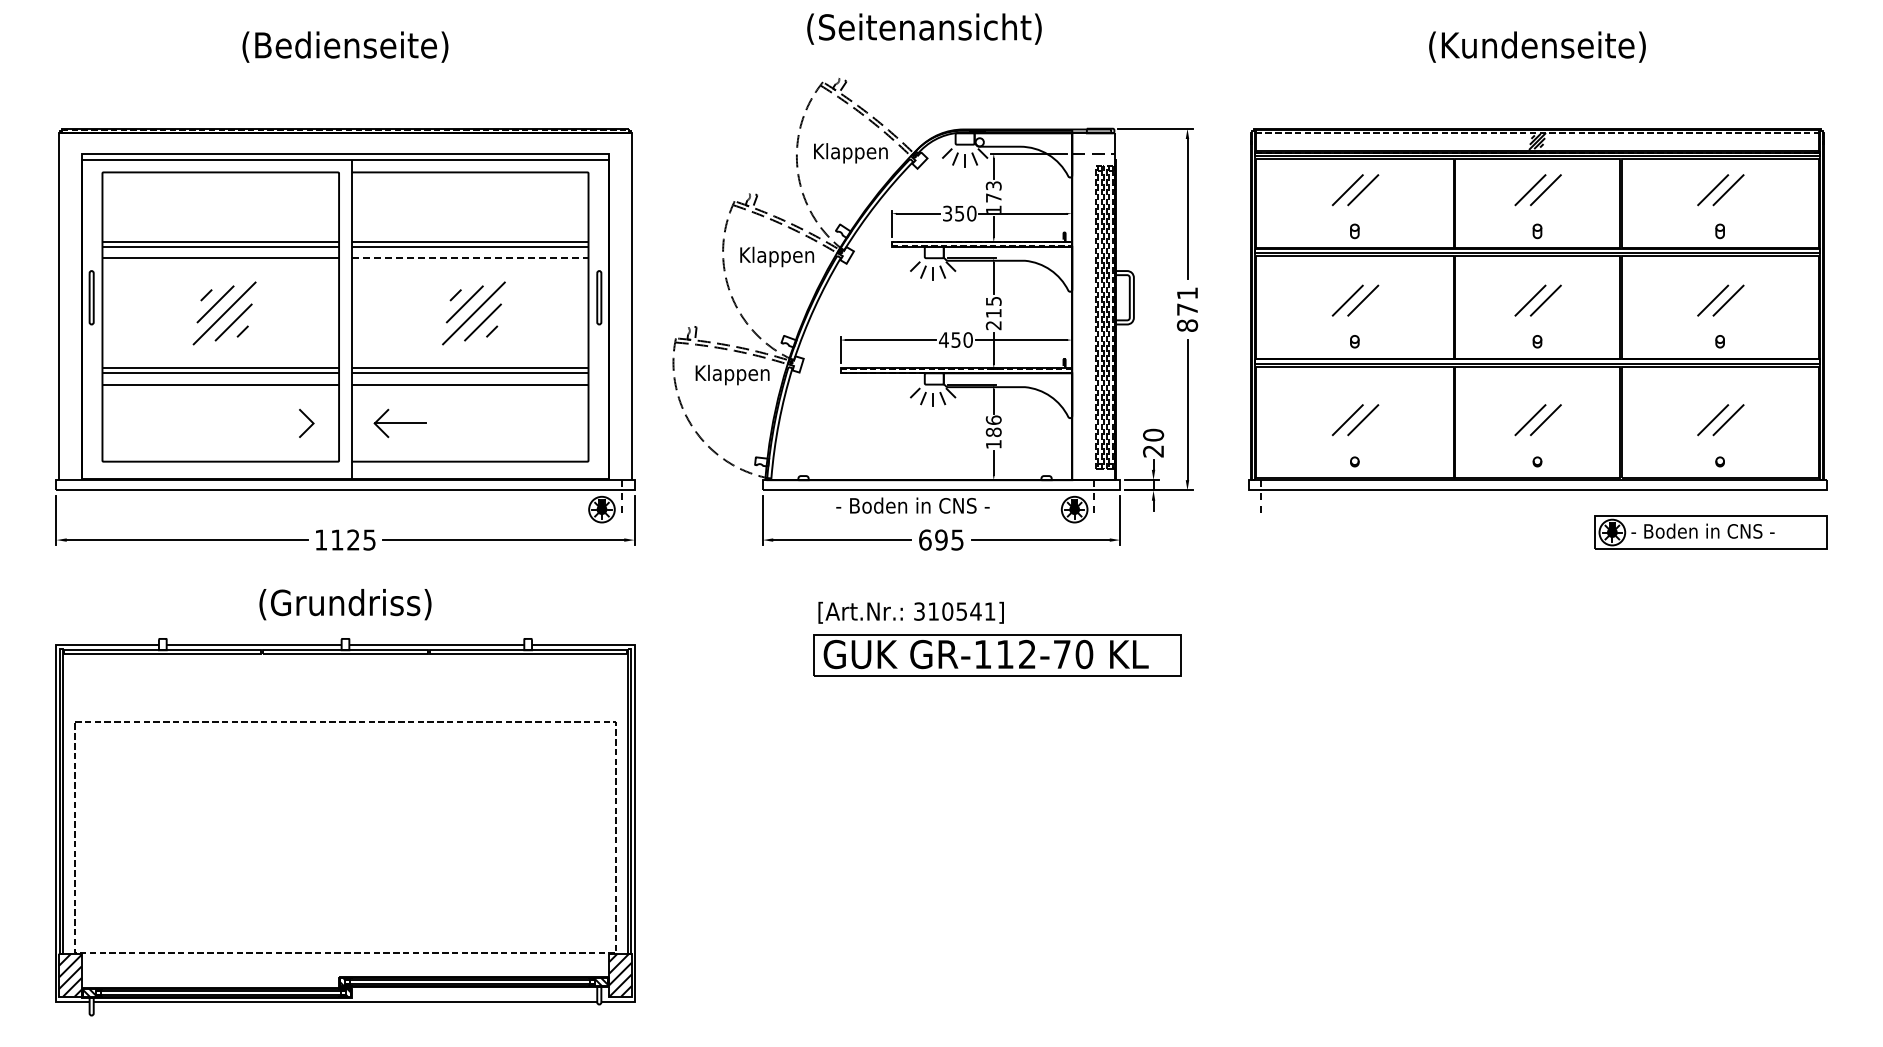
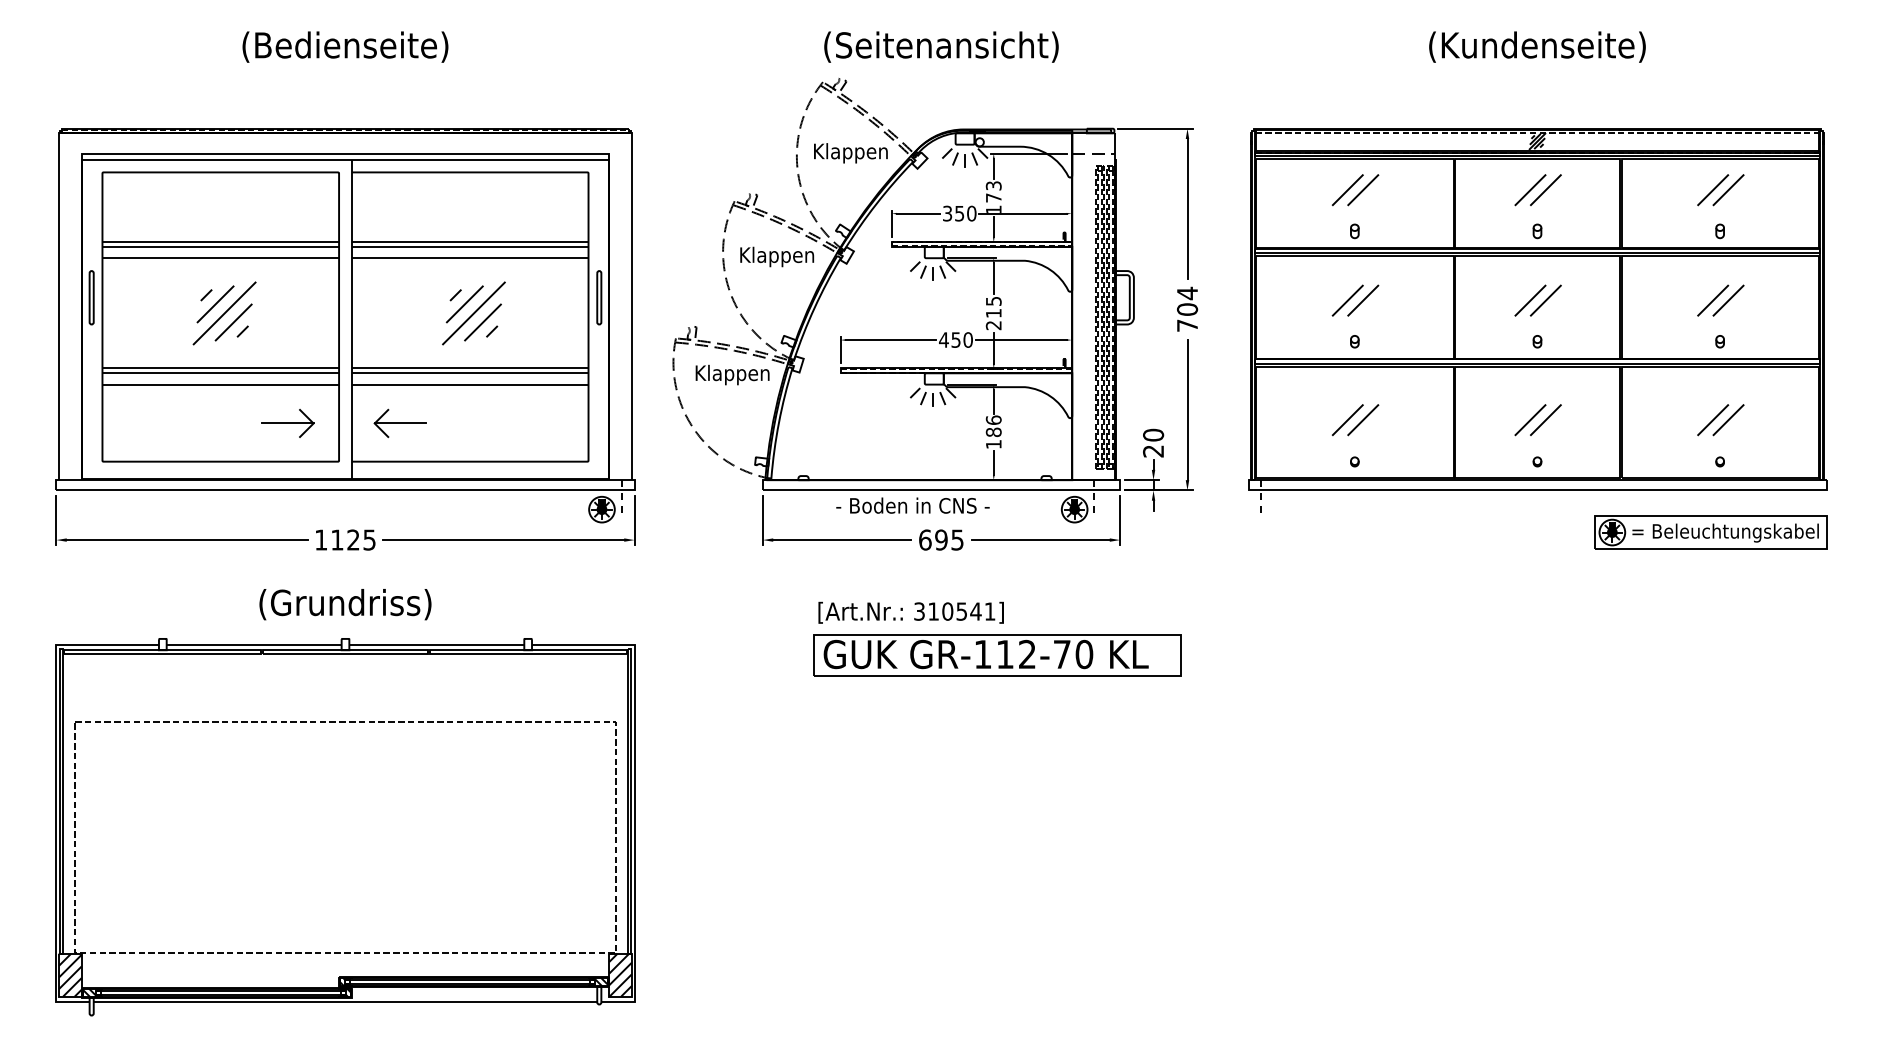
text at (924, 28) position: (924, 28) -> (941, 46)
line at (470, 258): dashed -> solid
text at (1187, 308): 871 -> 704
line at (287, 423): none -> present
text at (1724, 532): - Boden in CNS - -> = Beleuchtungskabel
